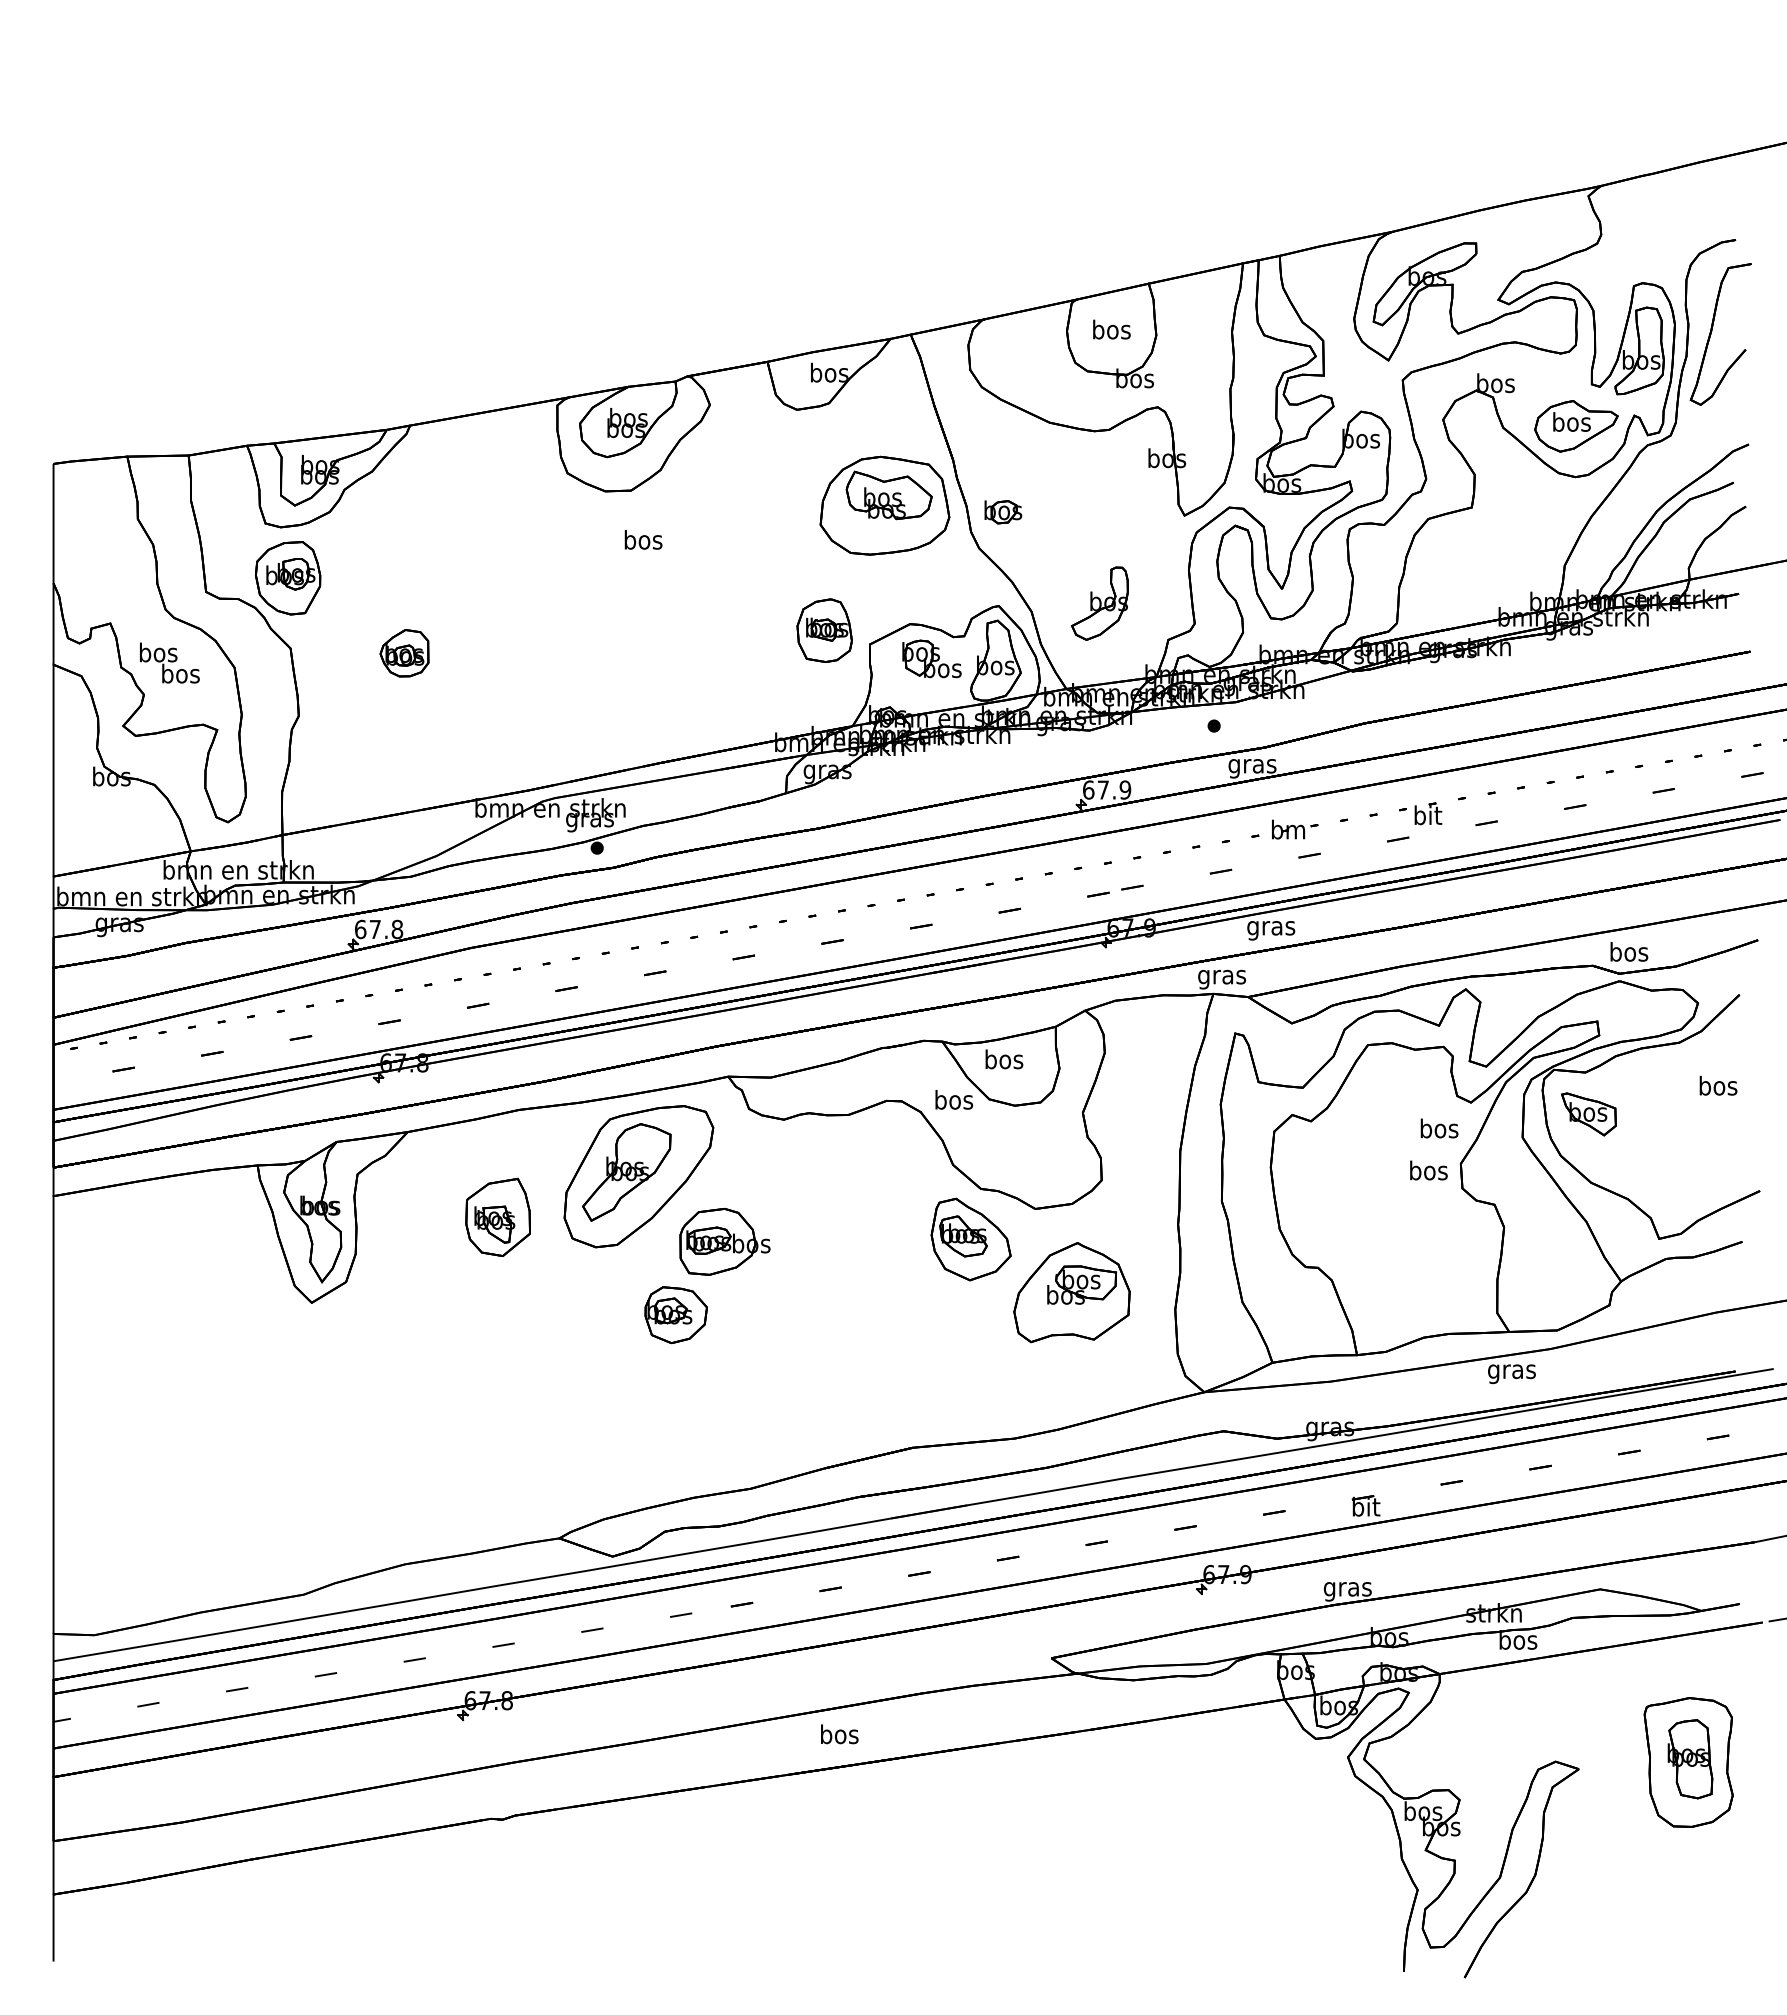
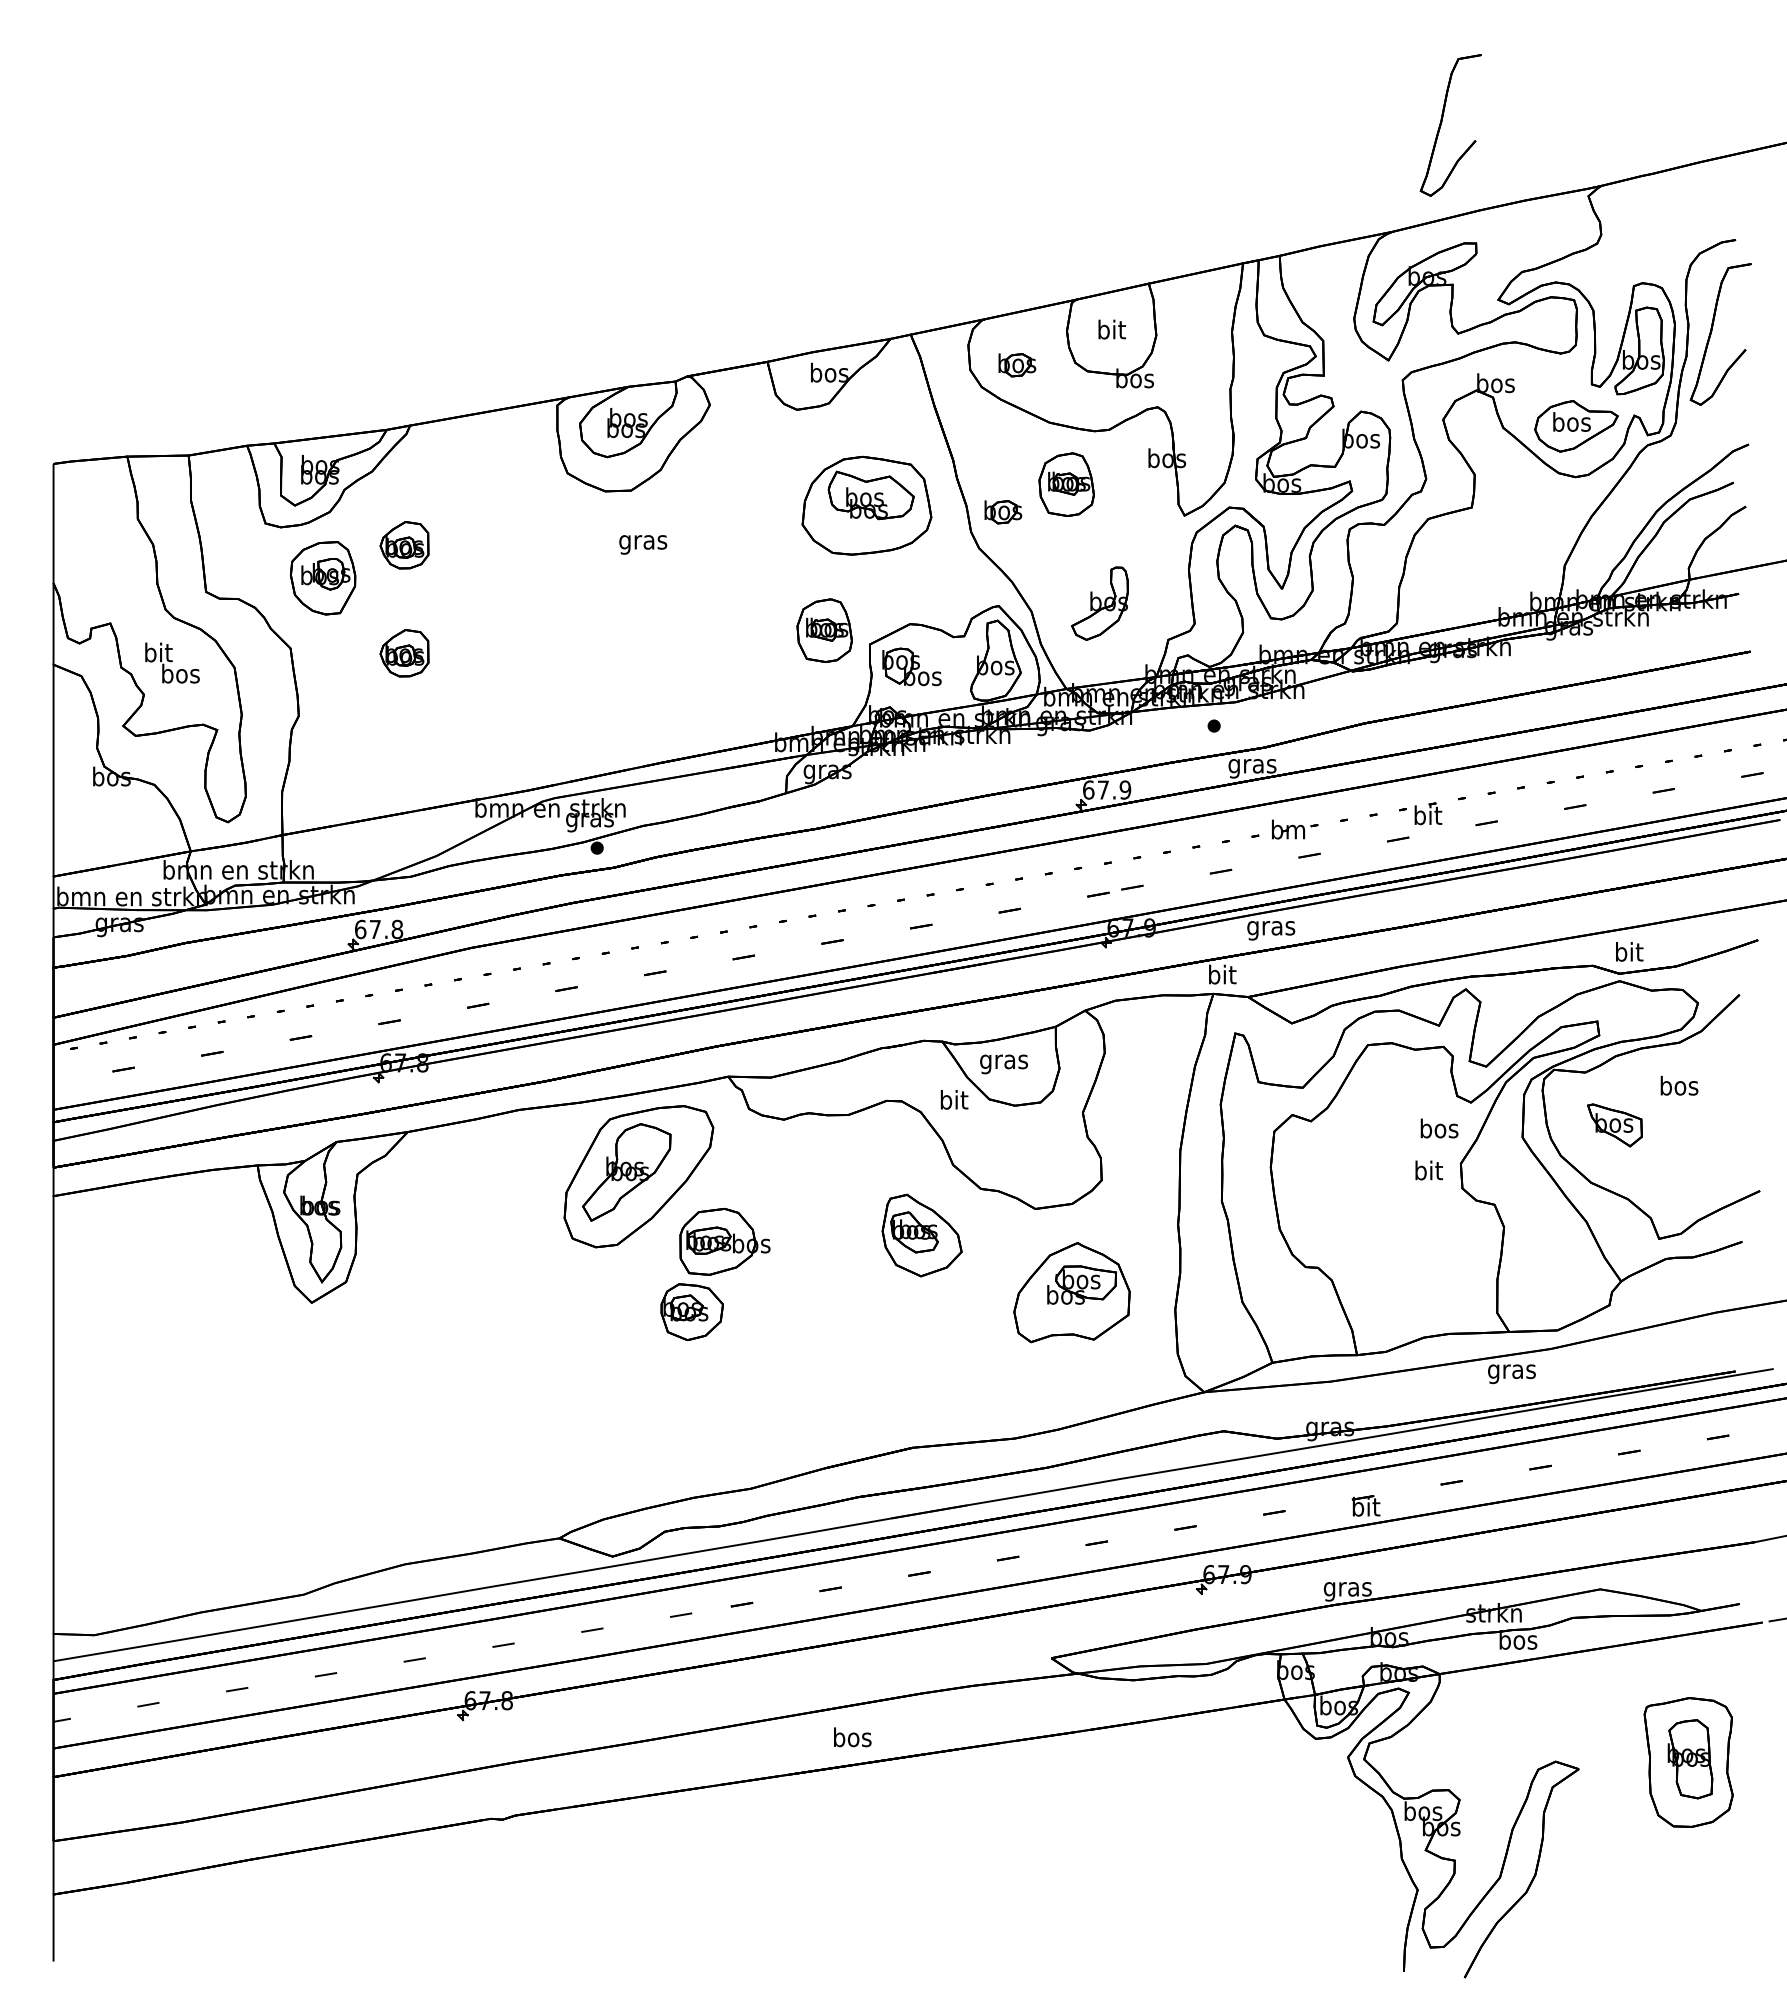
part at (1442, 122): none -> present
text at (1111, 329): bos -> bit
part at (1017, 365): none -> present
part at (1066, 484): none -> present
part at (884, 505) position: (884, 505) -> (866, 505)
text at (643, 542): bos -> gras
part at (404, 545): none -> present
part at (288, 578) position: (288, 578) -> (323, 578)
text at (158, 652): bos -> bit
part at (931, 658) position: (931, 658) -> (911, 666)
text at (1629, 951): bos -> bit
text at (1222, 976): gras -> bit
text at (1003, 1061): bos -> gras
text at (1718, 1085) position: (1718, 1085) -> (1679, 1085)
text at (954, 1099): bos -> bit
part at (1588, 1114) position: (1588, 1114) -> (1614, 1125)
text at (1428, 1170): bos -> bit
part at (497, 1216): present -> none
part at (970, 1239) position: (970, 1239) -> (921, 1235)
part at (675, 1315) position: (675, 1315) -> (691, 1312)
text at (839, 1734) position: (839, 1734) -> (852, 1737)
